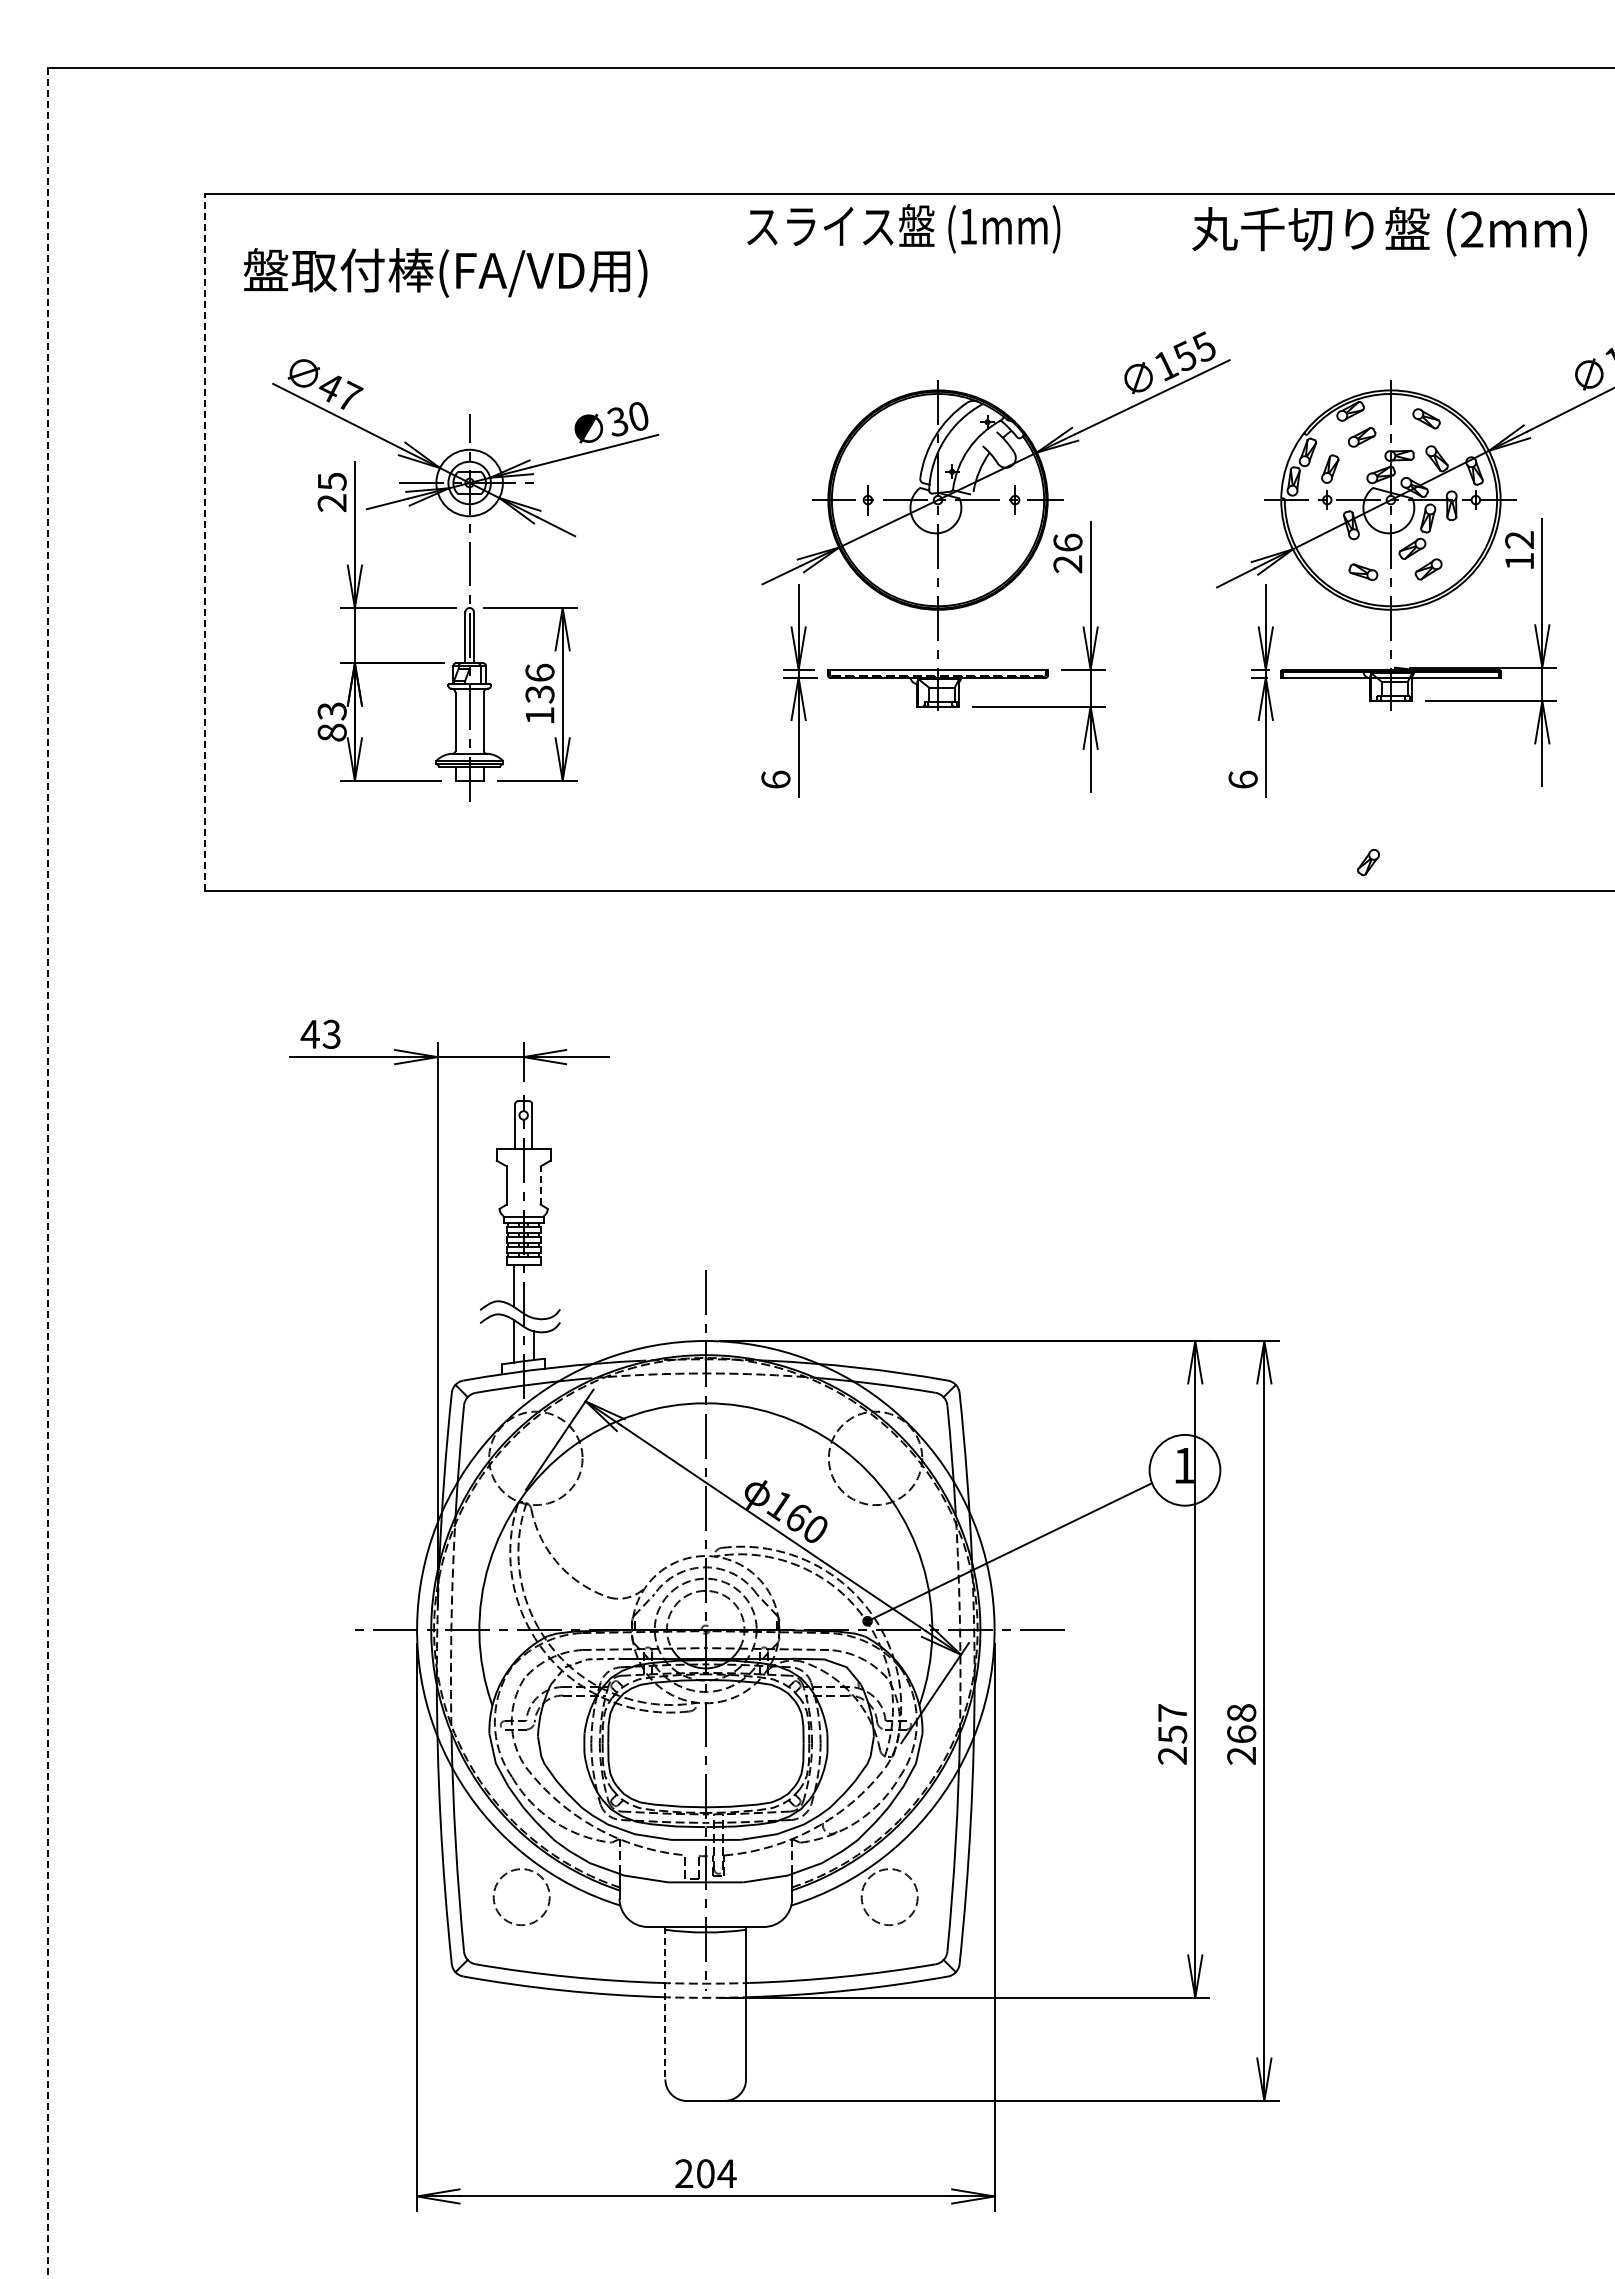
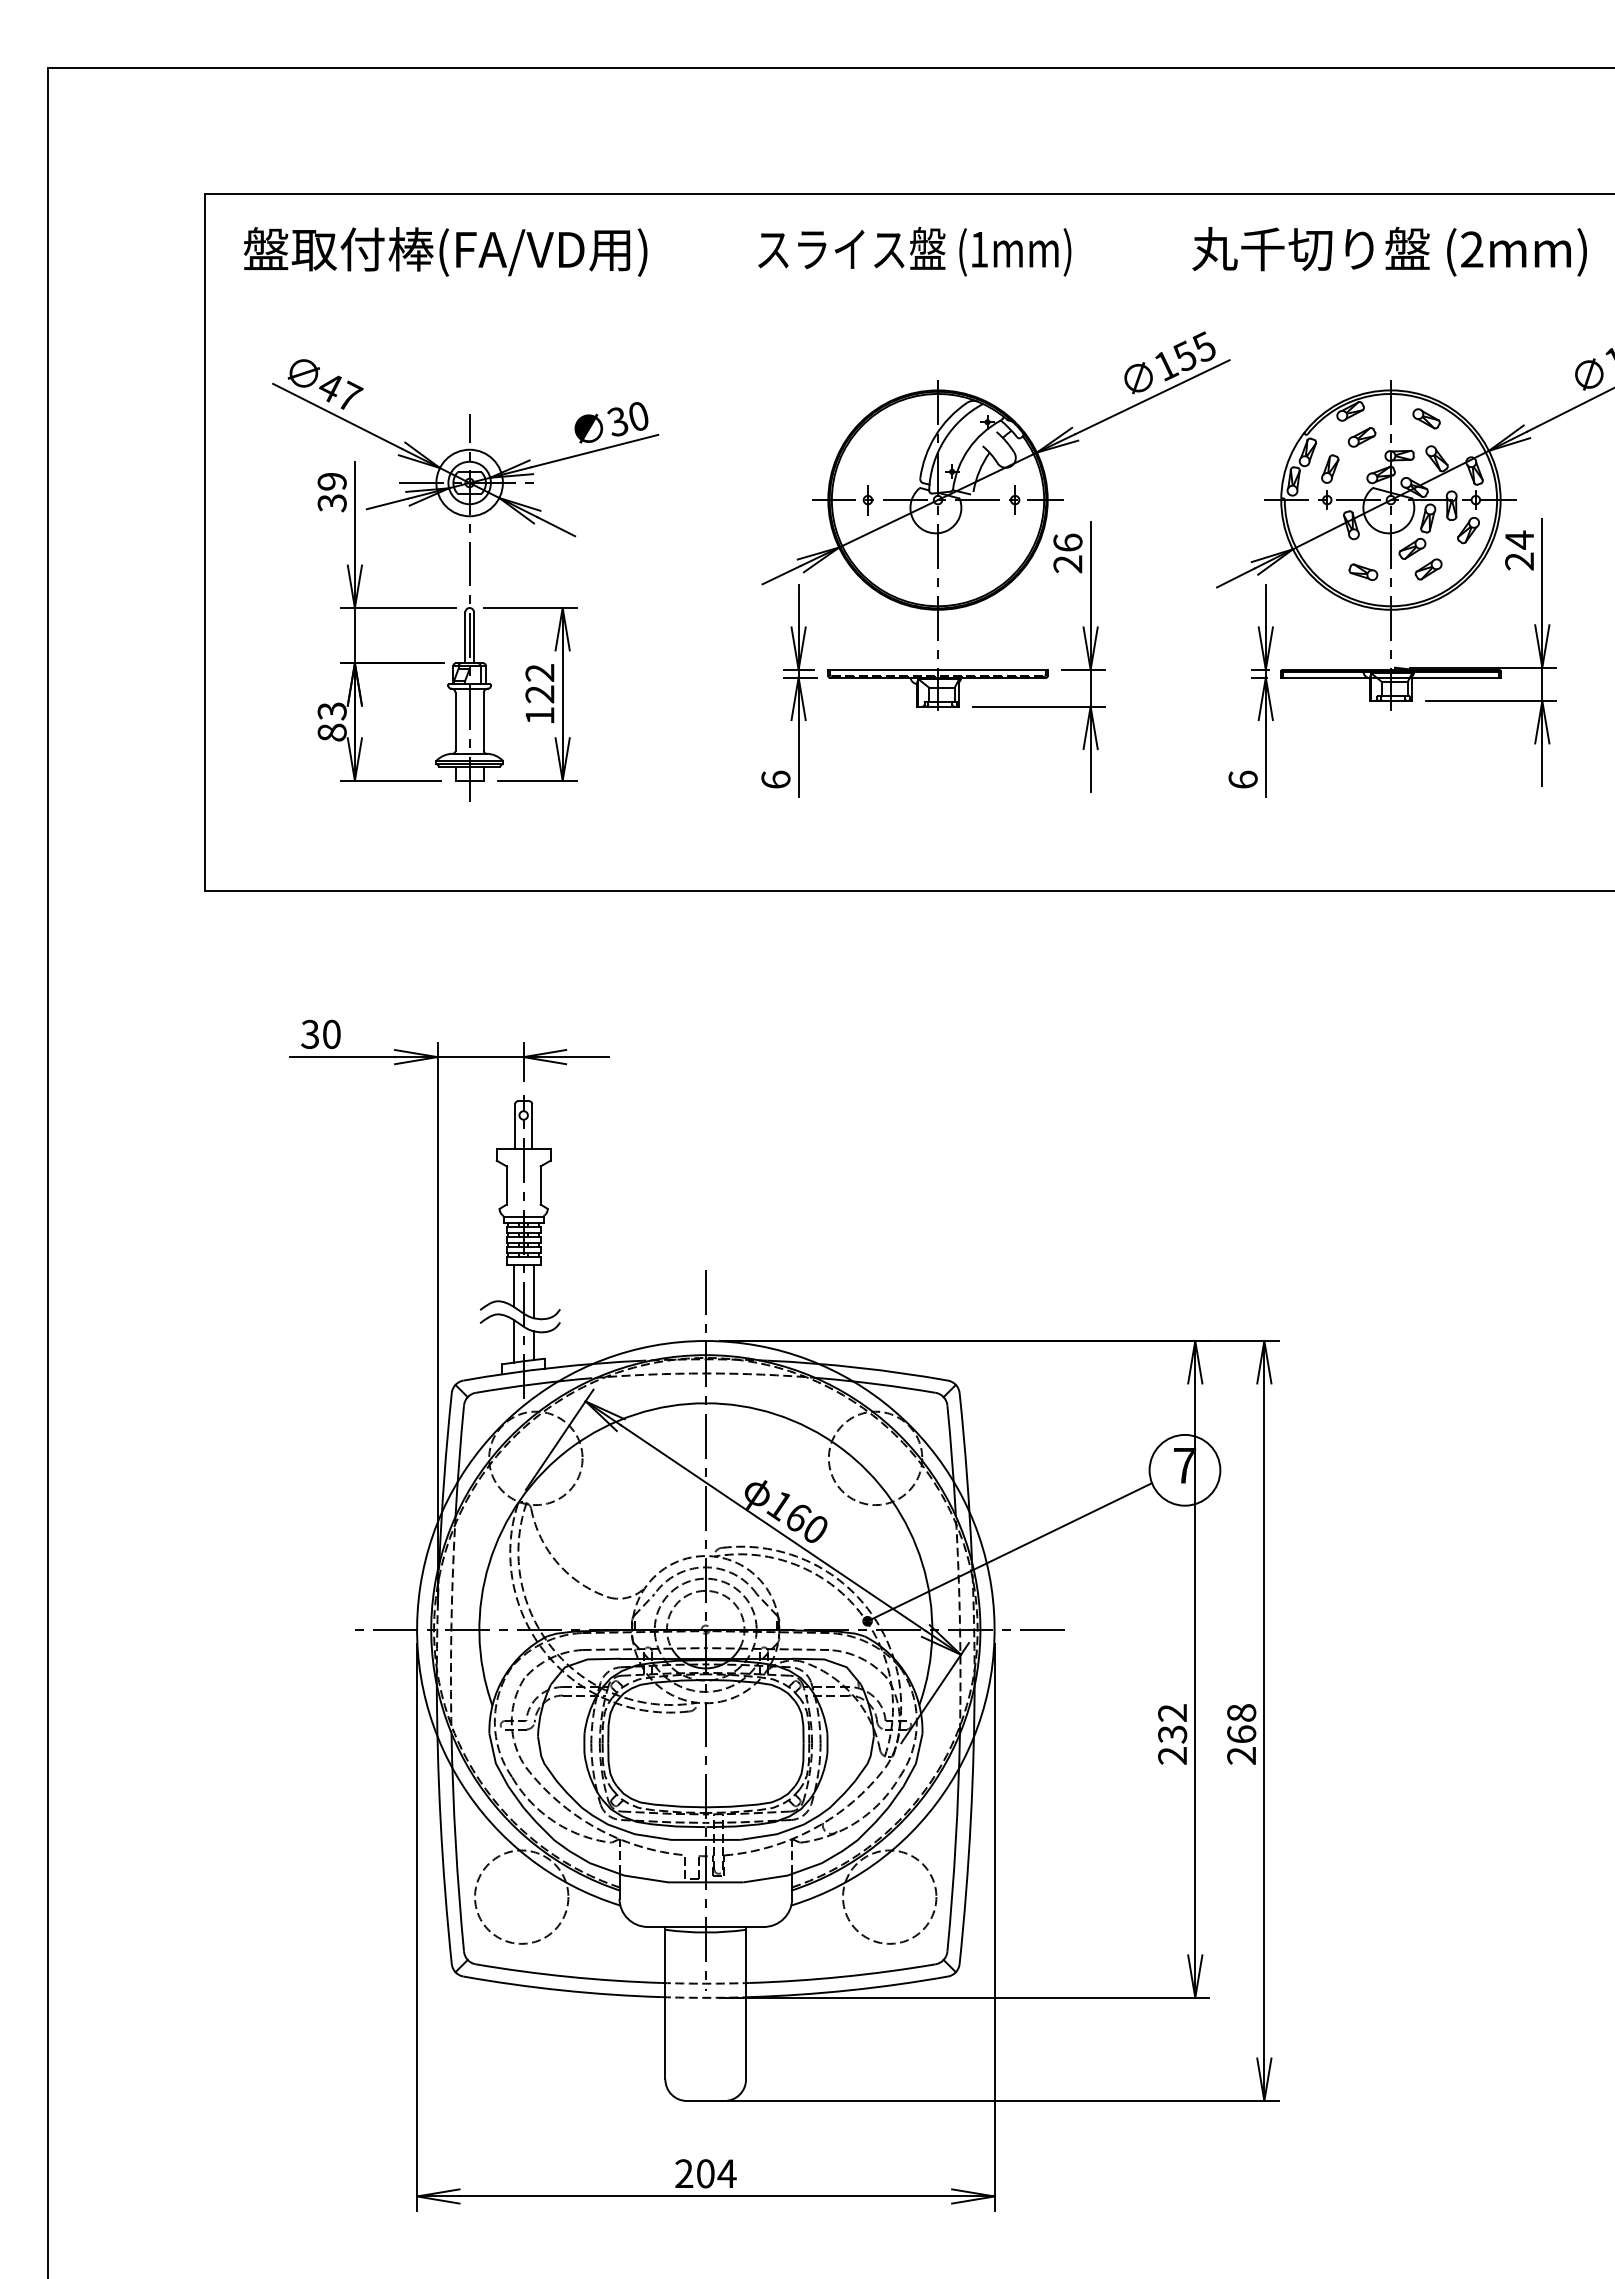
text at (903, 228) position: (903, 228) -> (914, 251)
text at (1389, 231) position: (1389, 231) -> (1389, 251)
text at (445, 272) position: (445, 272) -> (445, 251)
text at (331, 492): 25 -> 39
line at (205, 542): dashed -> solid
text at (1519, 550): 12 -> 24
text at (539, 683): 136 -> 122
part at (1368, 862) position: (1368, 862) -> (1468, 530)
text at (320, 1033): 43 -> 30
line at (48, 1174): dashed -> solid
line at (540, 1185): dashed -> solid
line at (533, 1292): none -> present
text at (1185, 1465): 1 -> 7
line at (580, 1661): dashed -> solid
text at (1172, 1723): 257 -> 232
circle at (521, 1897) diameter: 56 px -> 93 px
circle at (889, 1897) diameter: 56 px -> 93 px
line at (665, 2003): dashed -> solid
